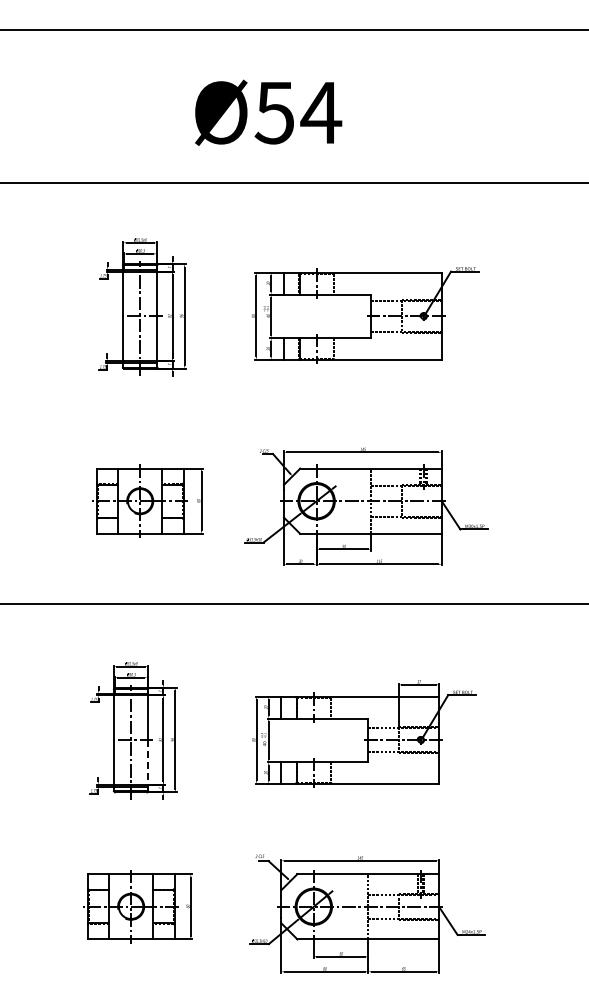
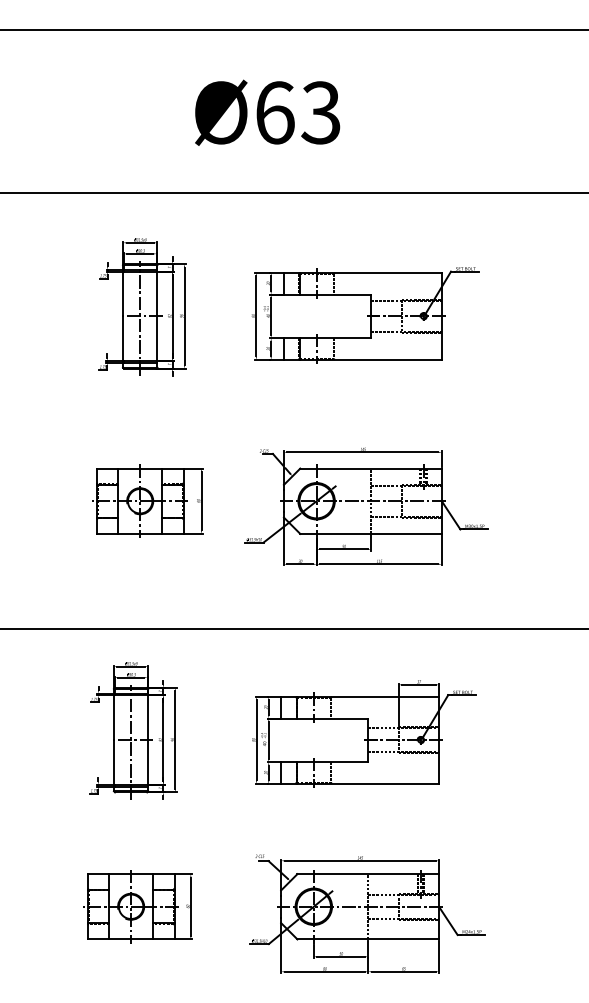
text at (298, 112): Ø54 -> Ø63
line at (293, 183) position: (293, 183) -> (293, 193)
line at (293, 603) position: (293, 603) -> (293, 628)
line at (148, 762): dashed -> solid
